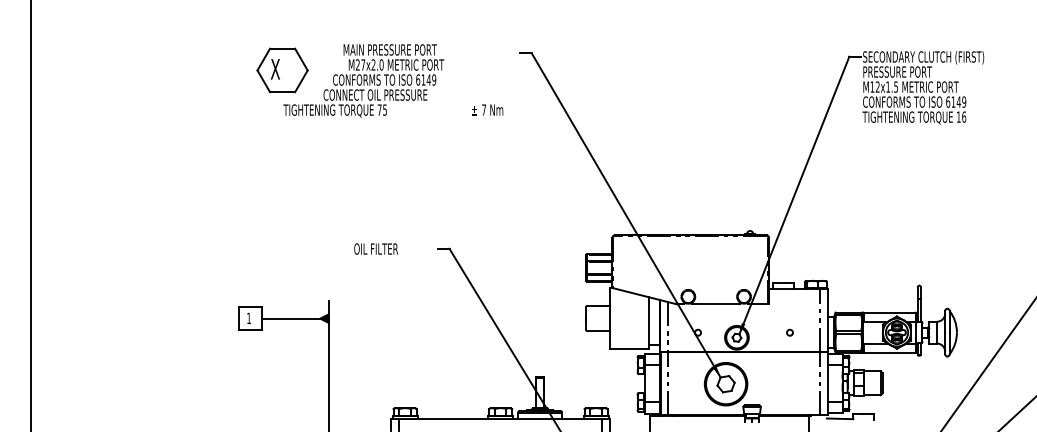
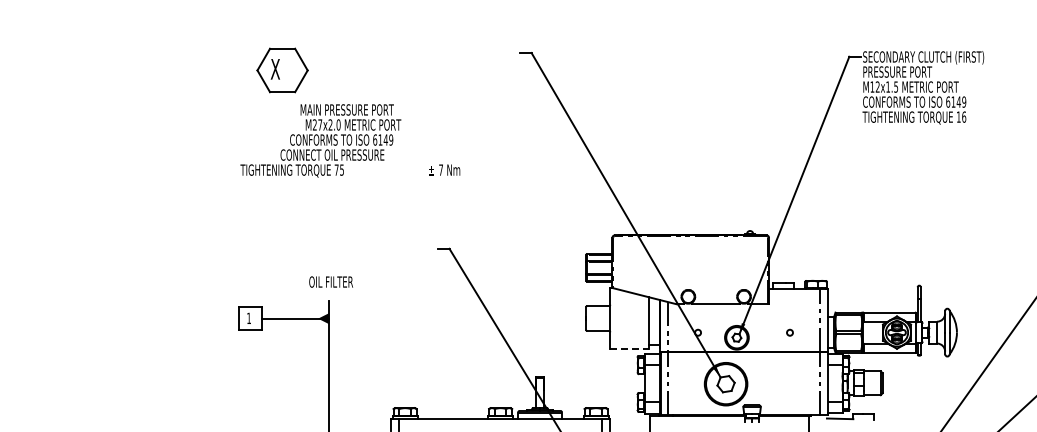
text at (393, 80) position: (393, 80) -> (350, 140)
line at (31, 215): present -> none
text at (375, 248) position: (375, 248) -> (330, 281)
line at (630, 348): solid -> dashed
